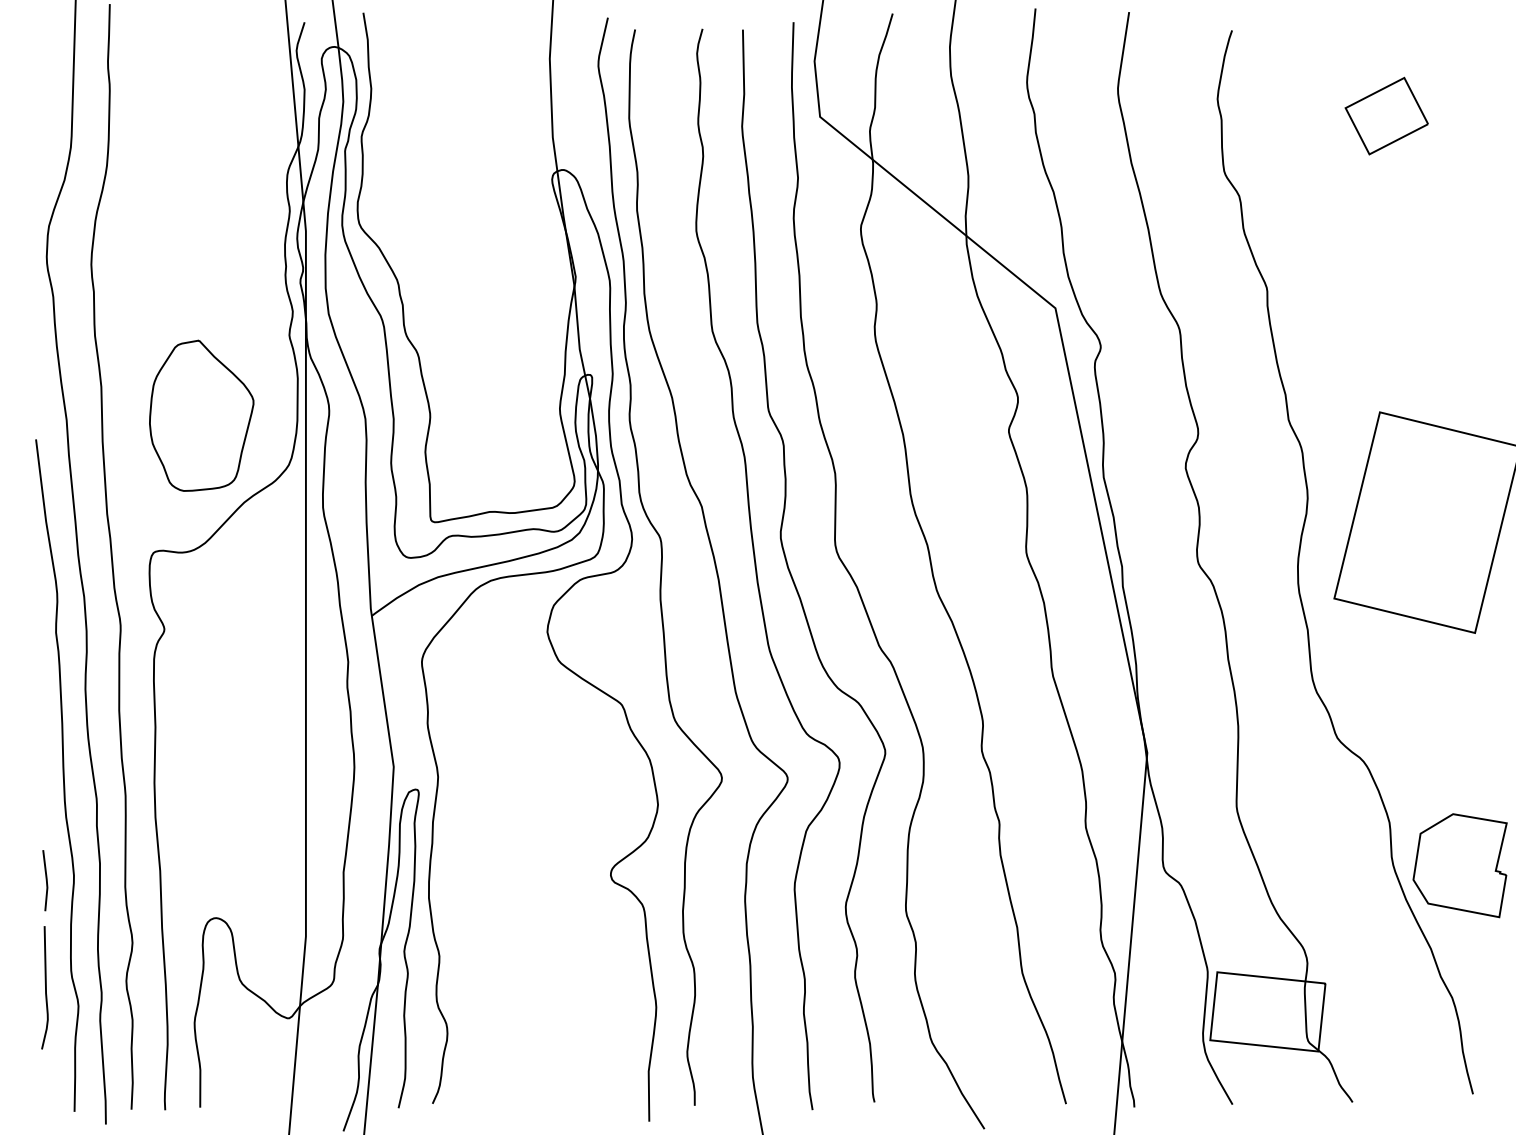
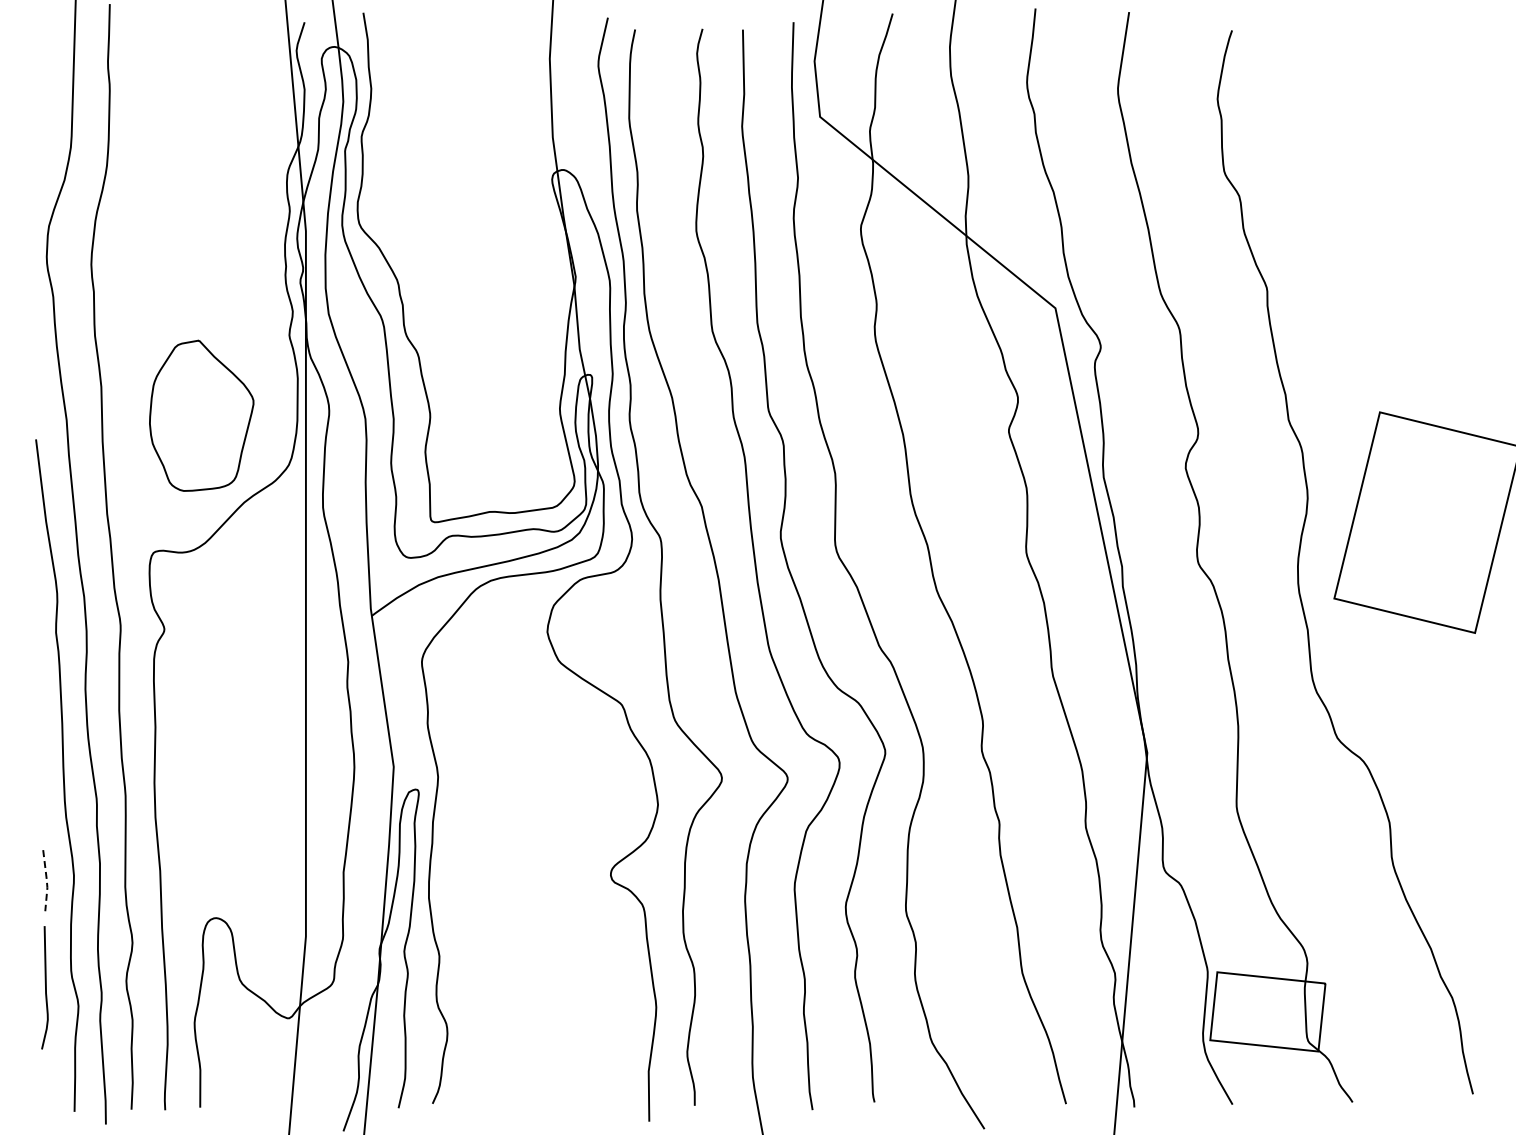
part at (1386, 115): present -> none
part at (1459, 865): present -> none
line at (46, 881): solid -> dashed
